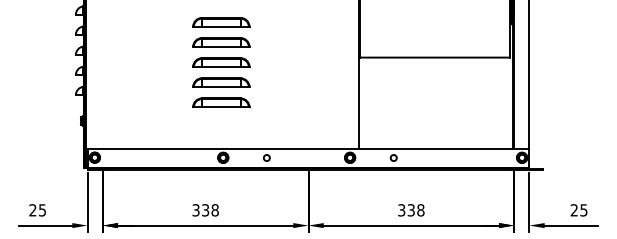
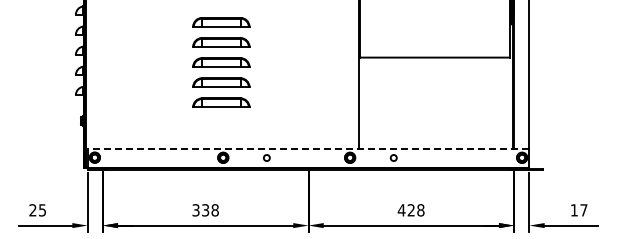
line at (308, 148): solid -> dashed
text at (405, 210): 338 -> 428
text at (578, 210): 25 -> 17
